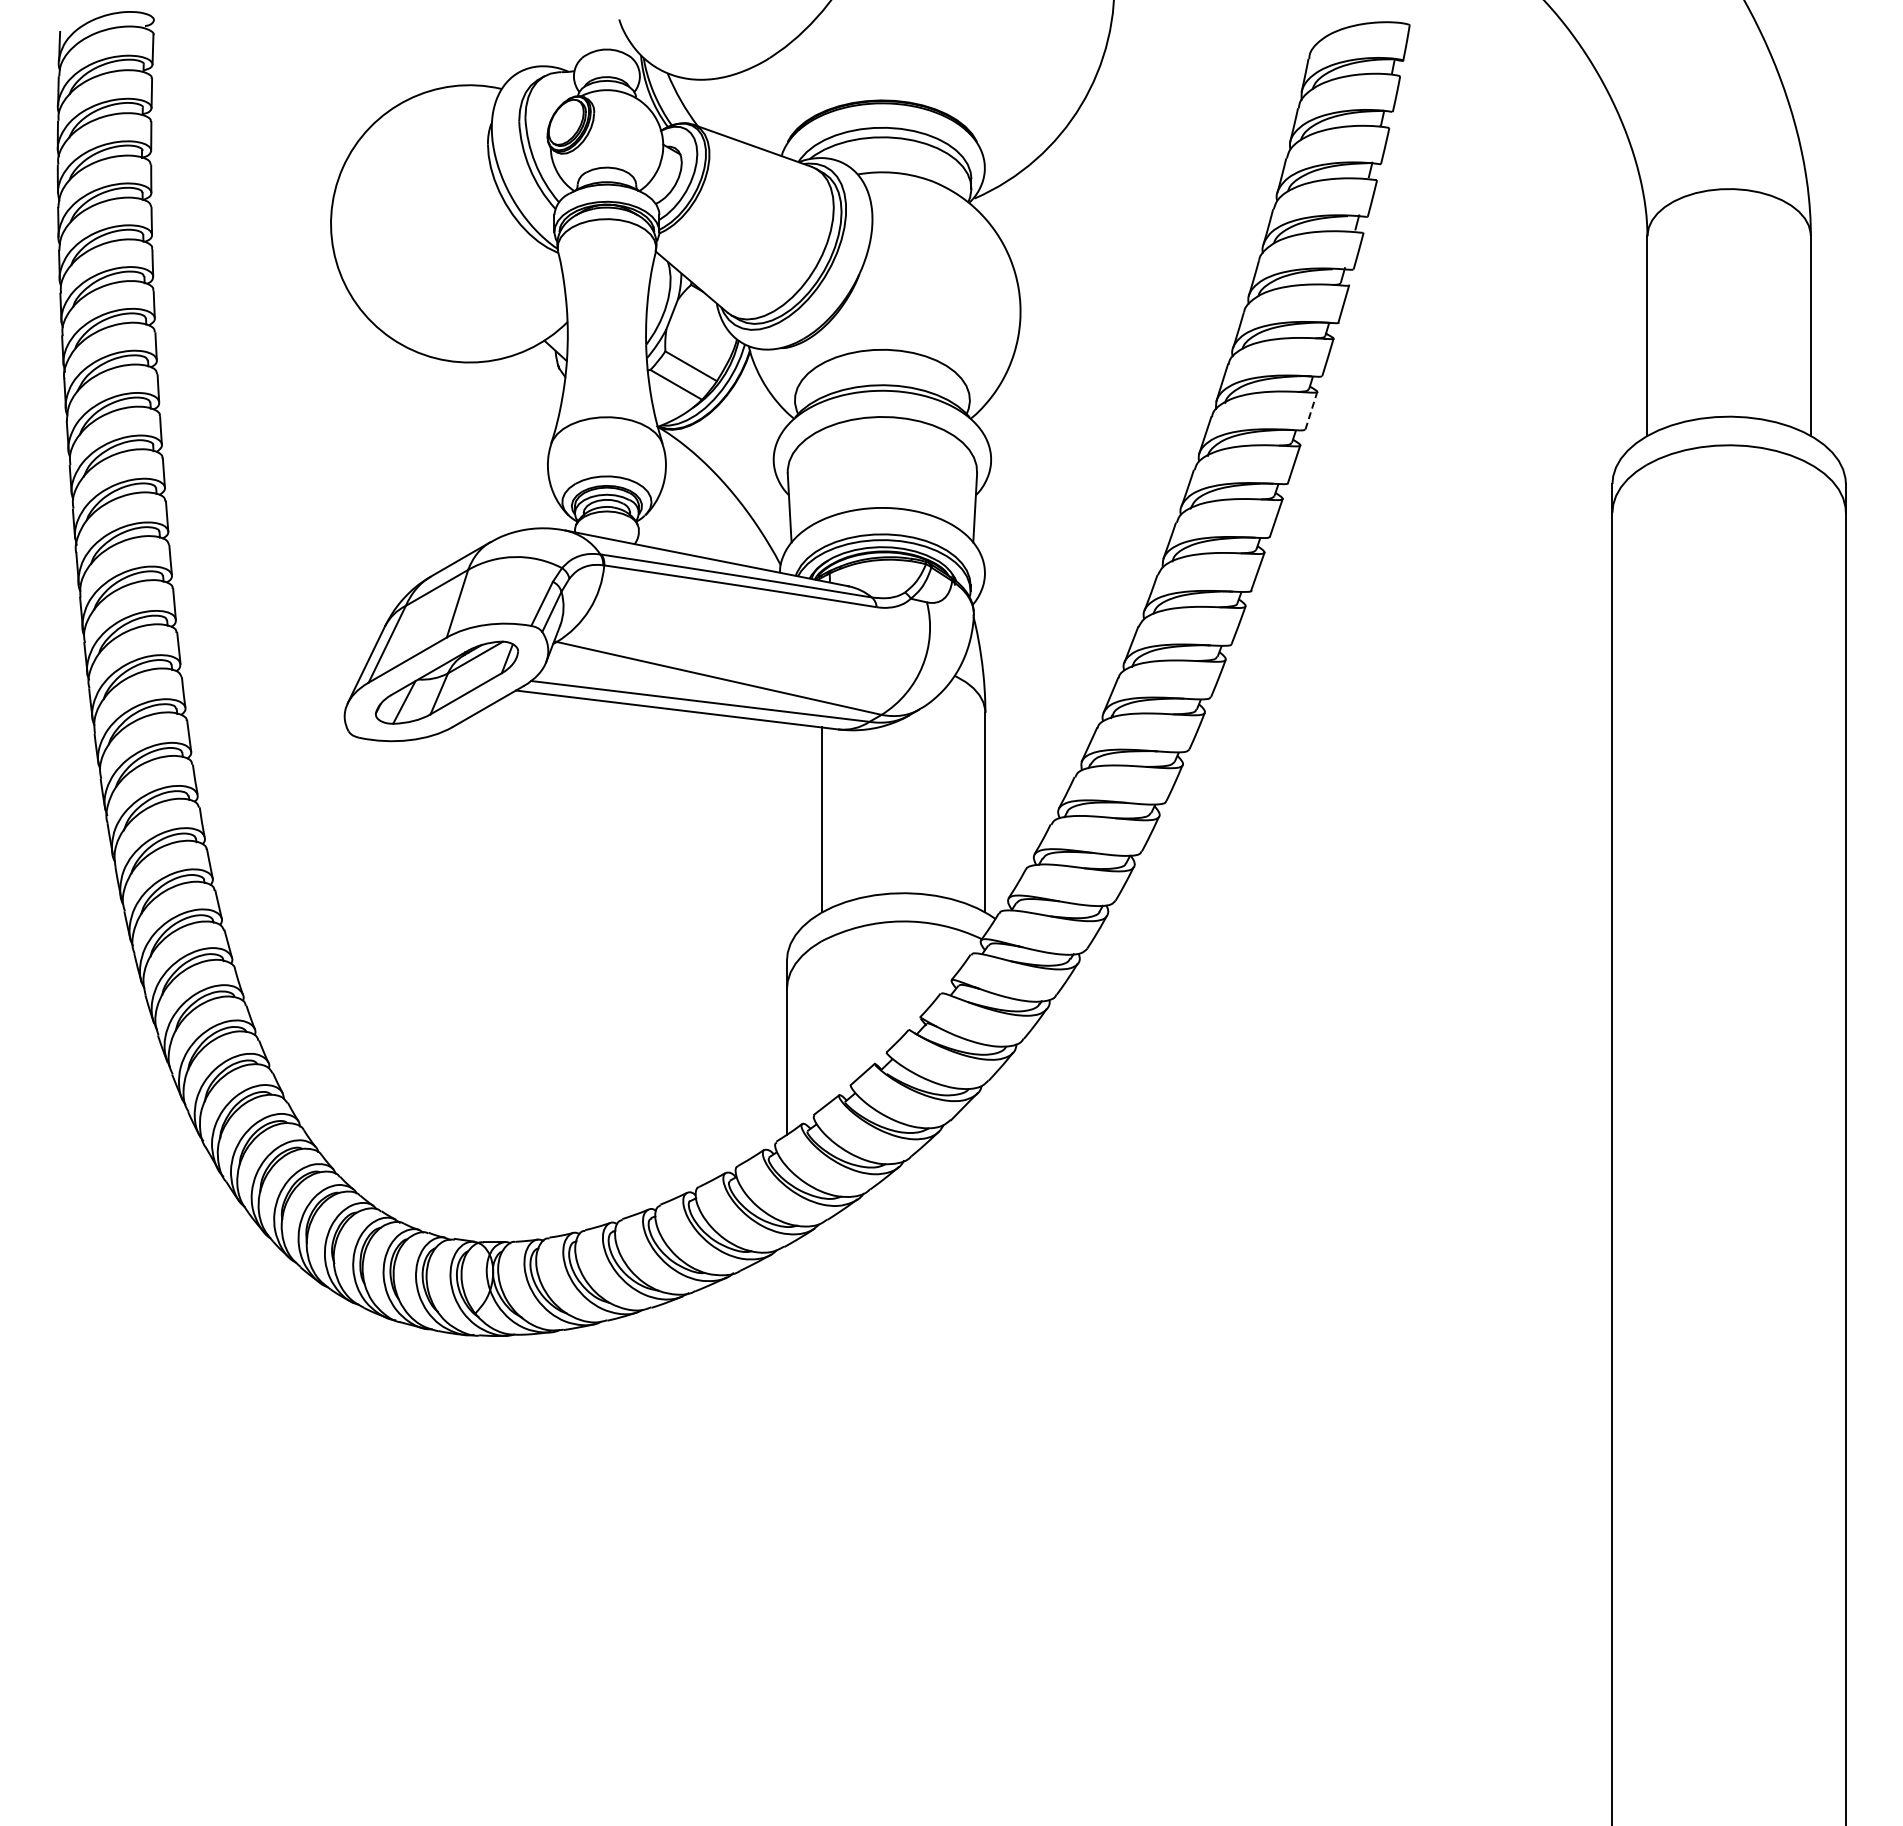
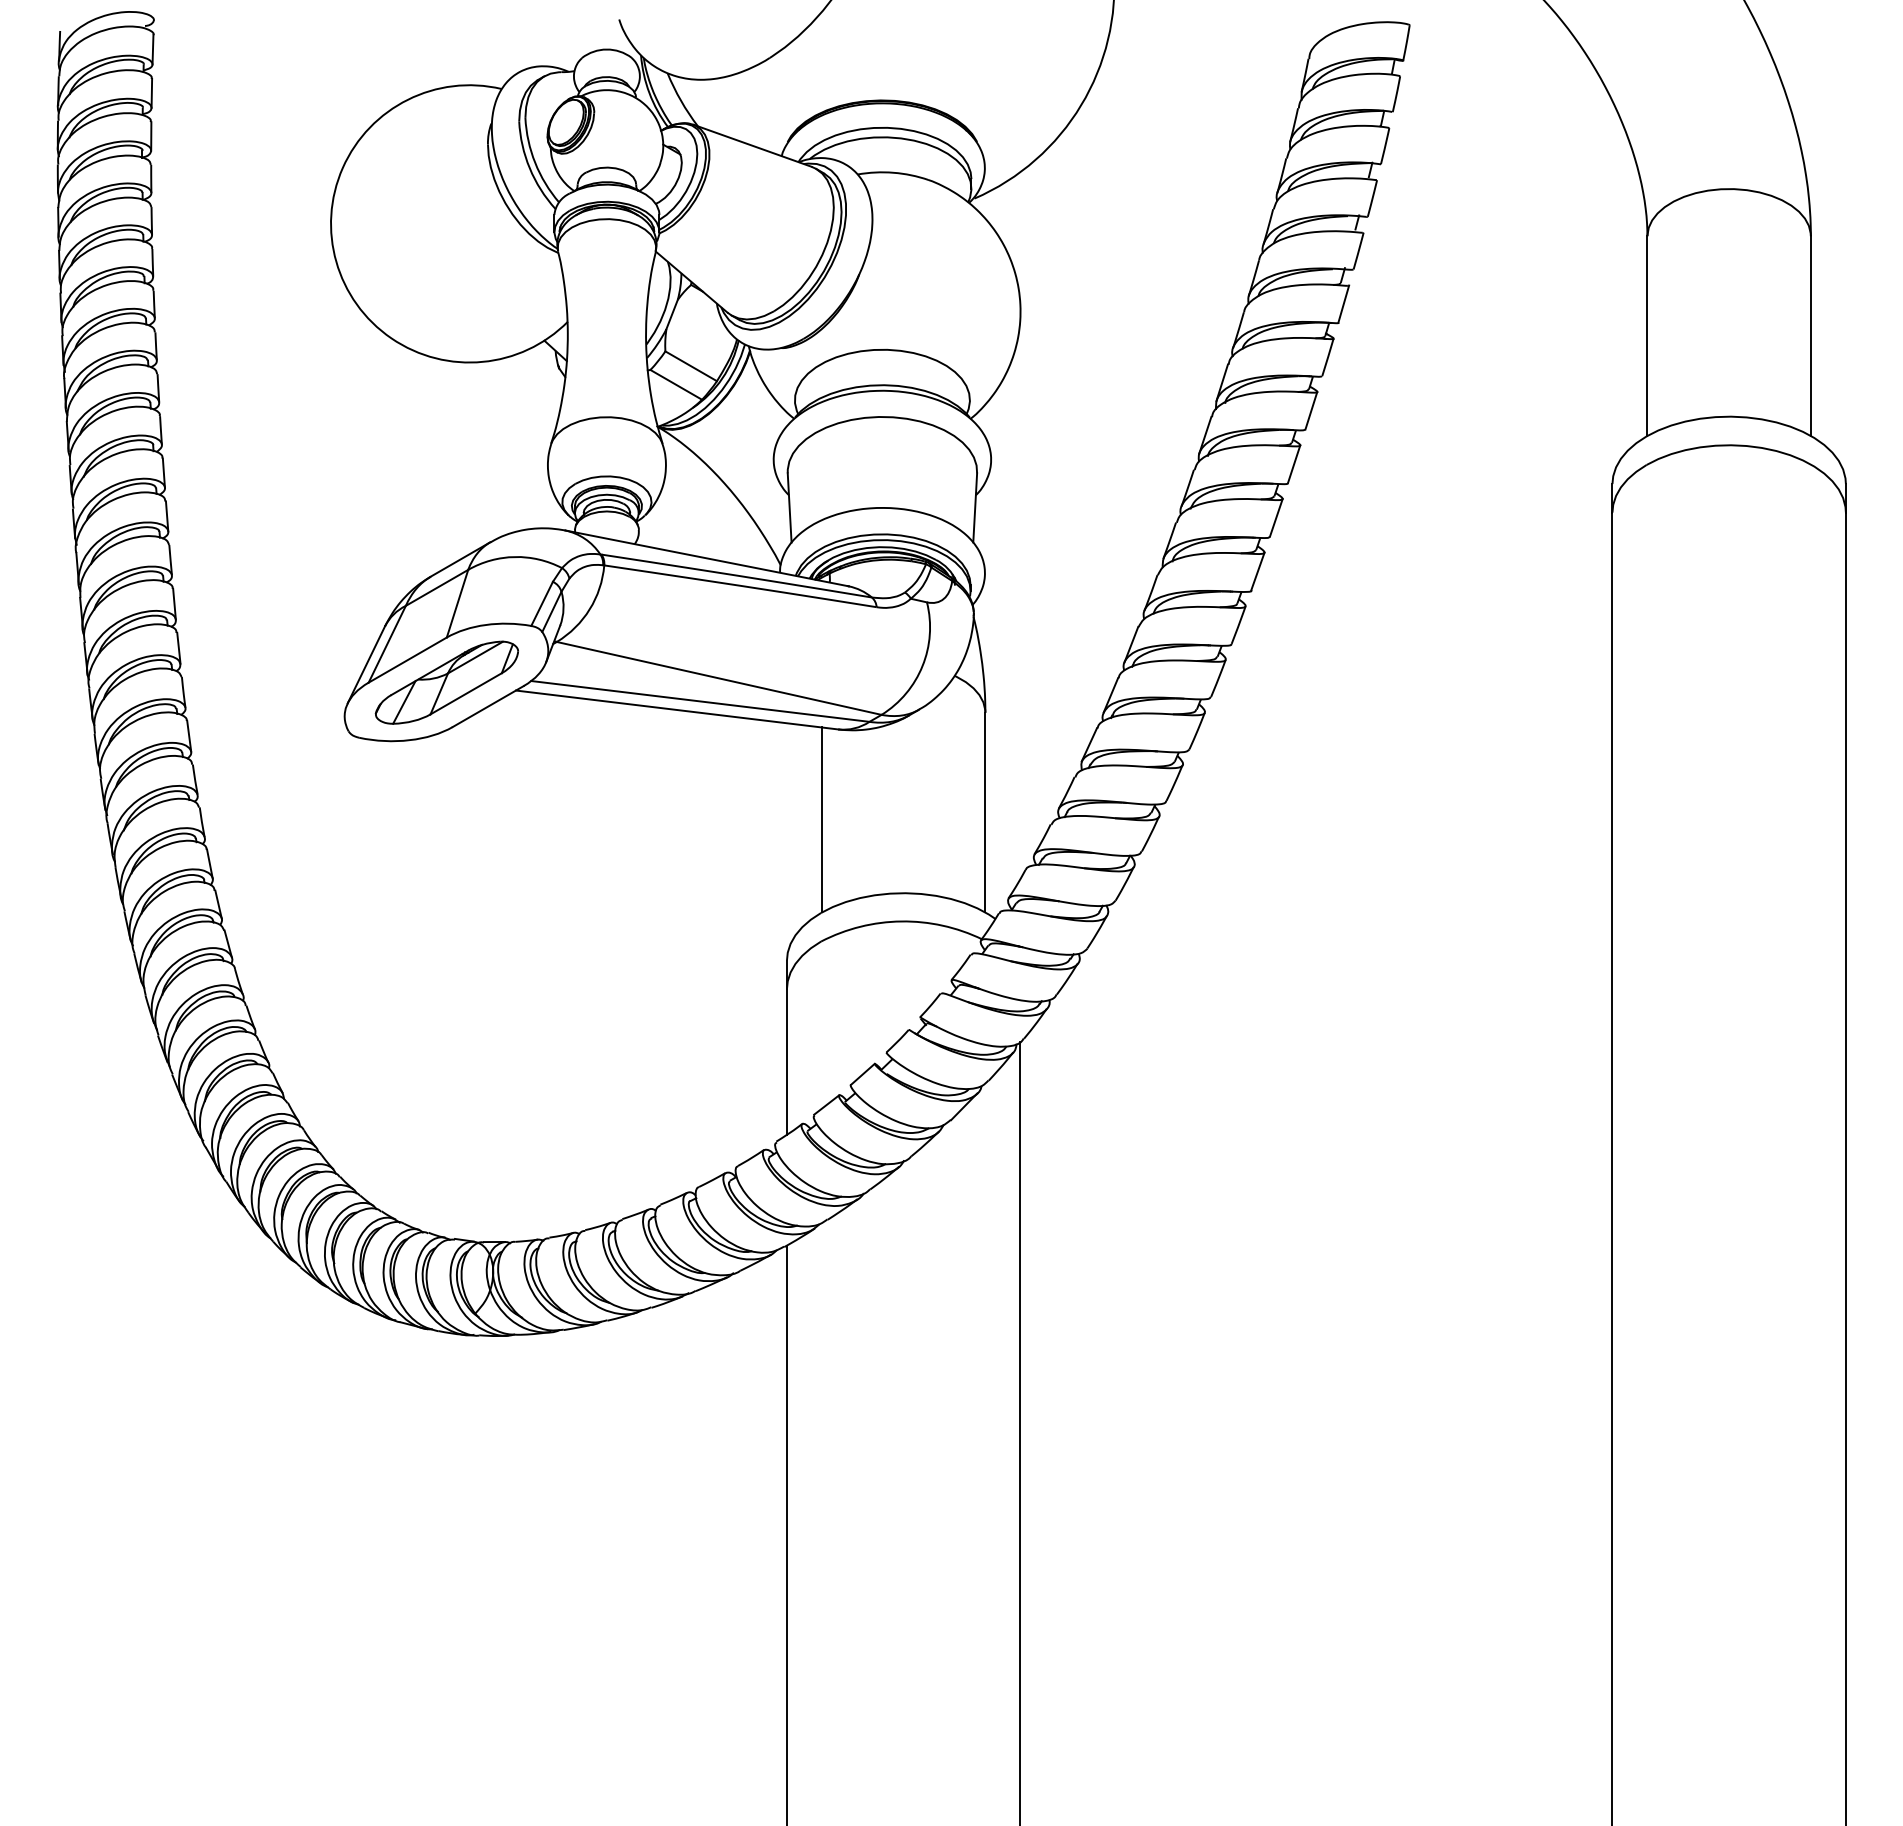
line at (1311, 410): dashed -> solid
line at (1020, 1432): none -> present
line at (786, 1533): none -> present
